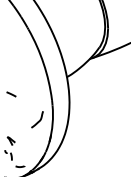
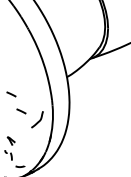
curve at (21, 111): none -> present
